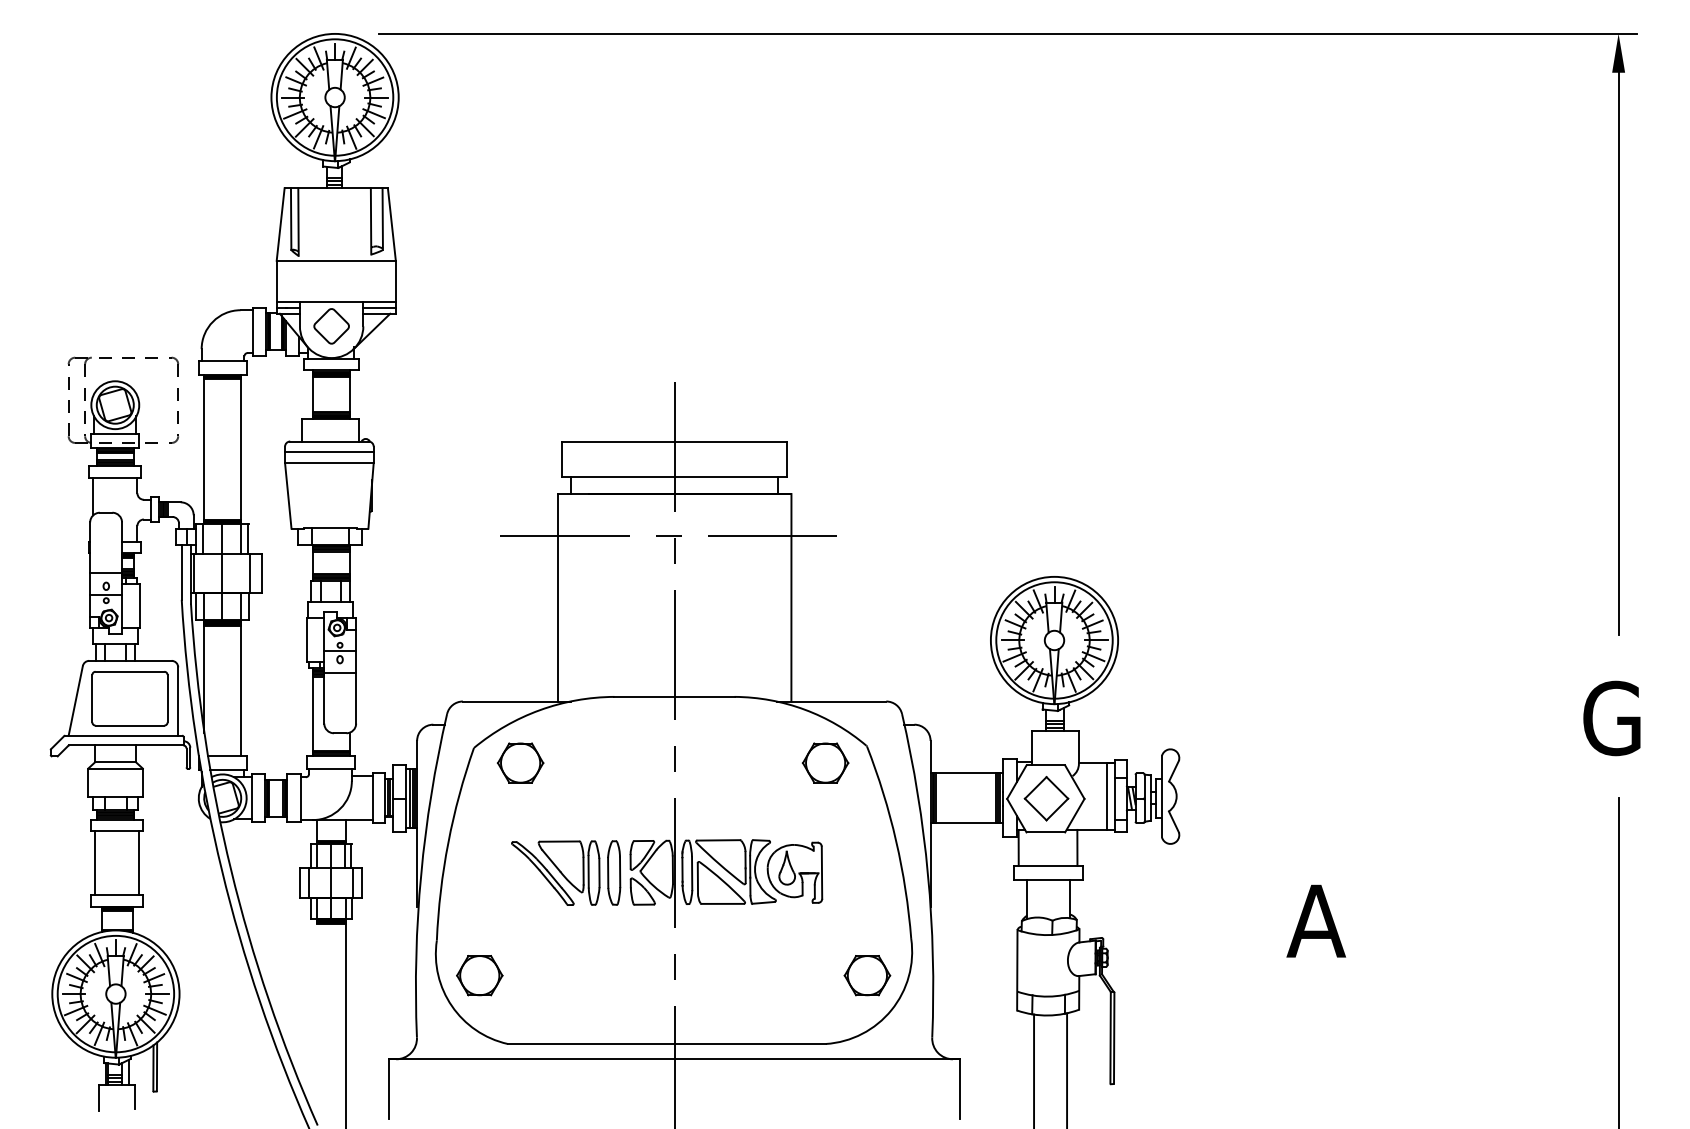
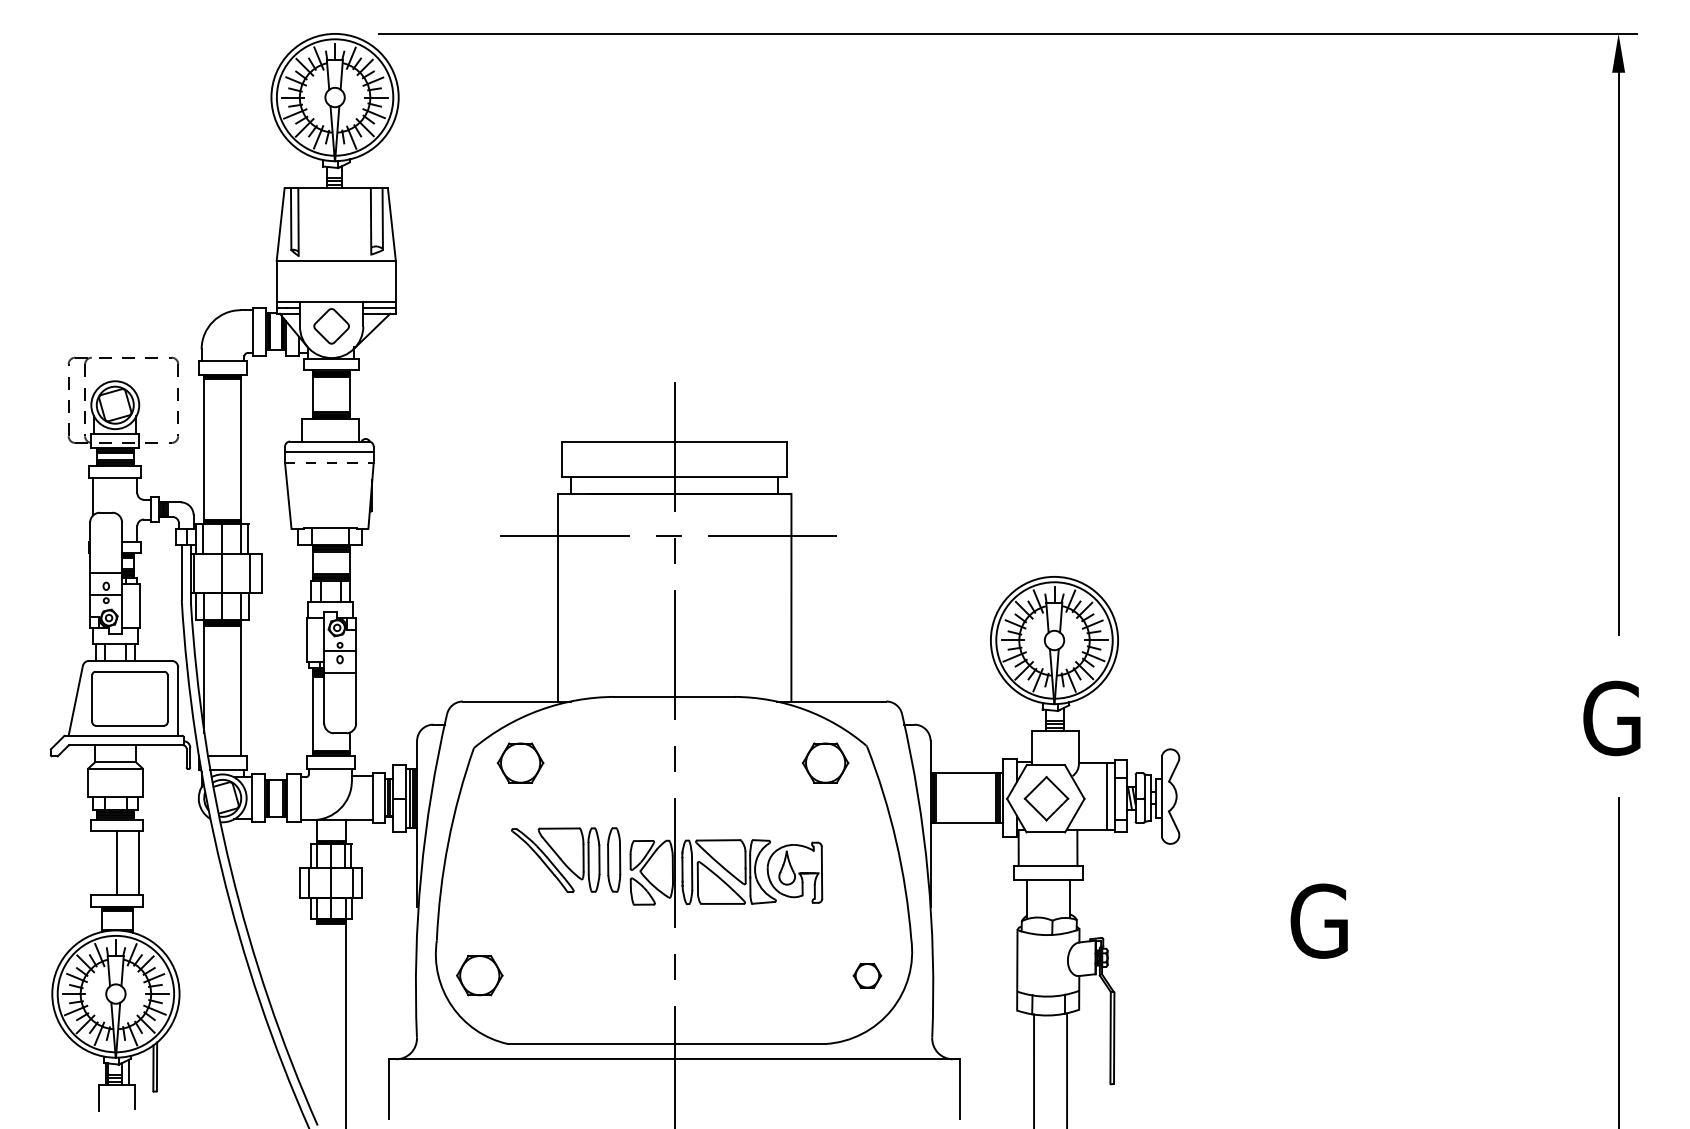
line at (329, 463): solid -> dashed
line at (94, 863) position: (94, 863) -> (116, 863)
part at (566, 872) position: (566, 872) -> (566, 859)
text at (1316, 920): A -> G
part at (867, 975) size: 49x42 px -> 31x26 px
